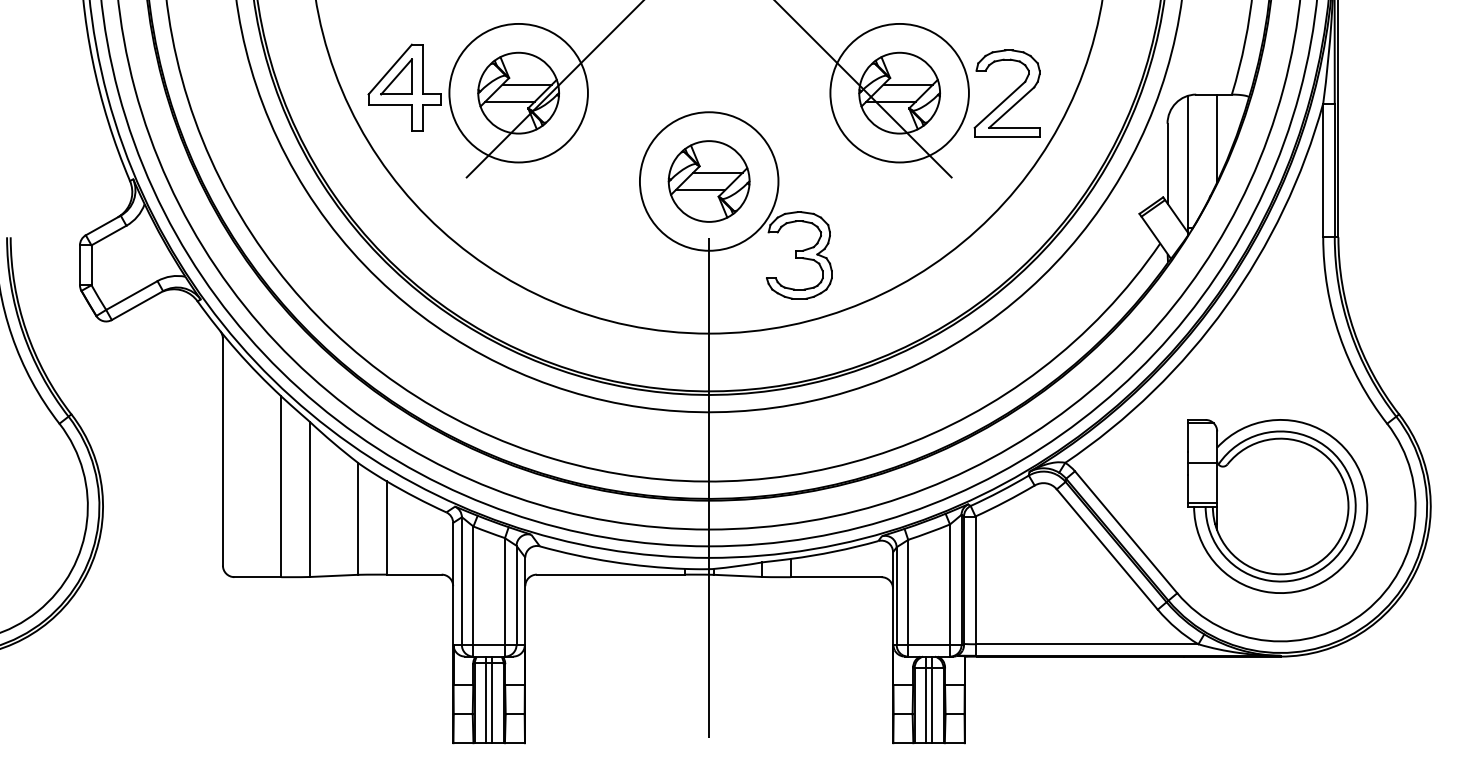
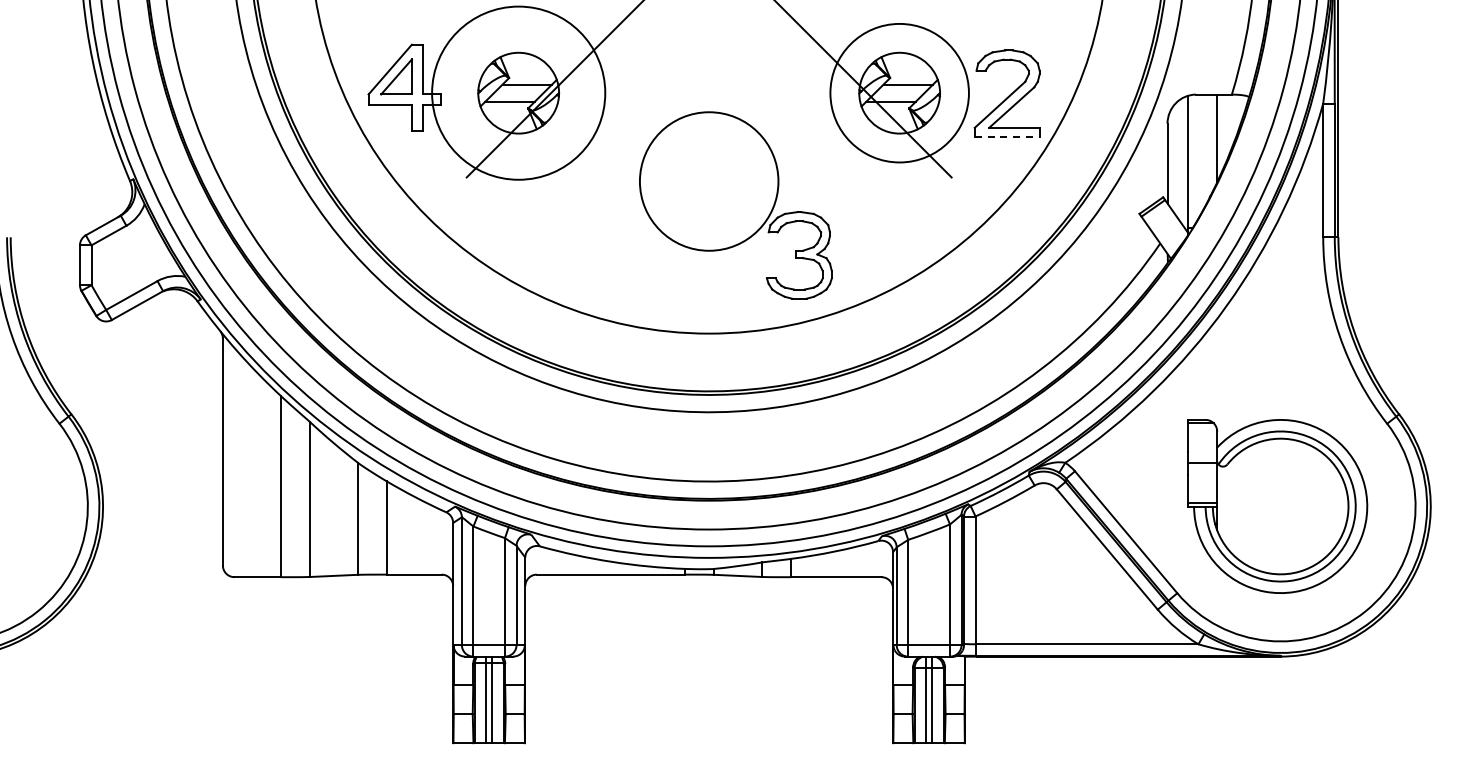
circle at (518, 92) diameter: 139 px -> 173 px
line at (1007, 137): solid -> dashed
part at (708, 181): present -> none
line at (709, 500): present -> none
